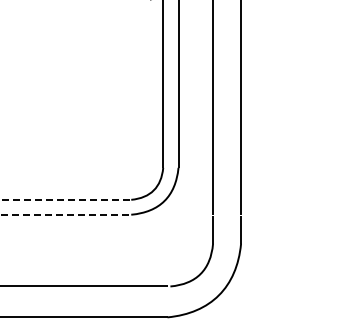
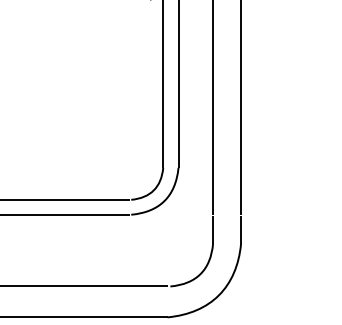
line at (64, 199): dashed -> solid
line at (64, 214): dashed -> solid
